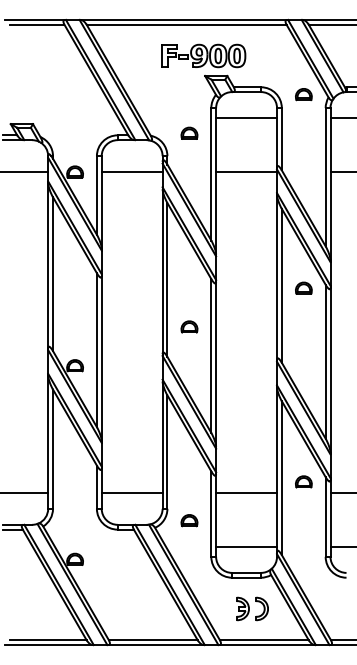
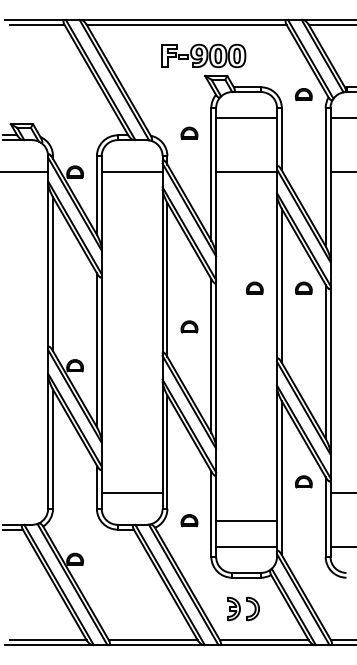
part at (254, 287): none -> present
line at (25, 492): present -> none
line at (246, 492) position: (246, 492) -> (246, 520)
part at (252, 608) position: (252, 608) -> (243, 608)
